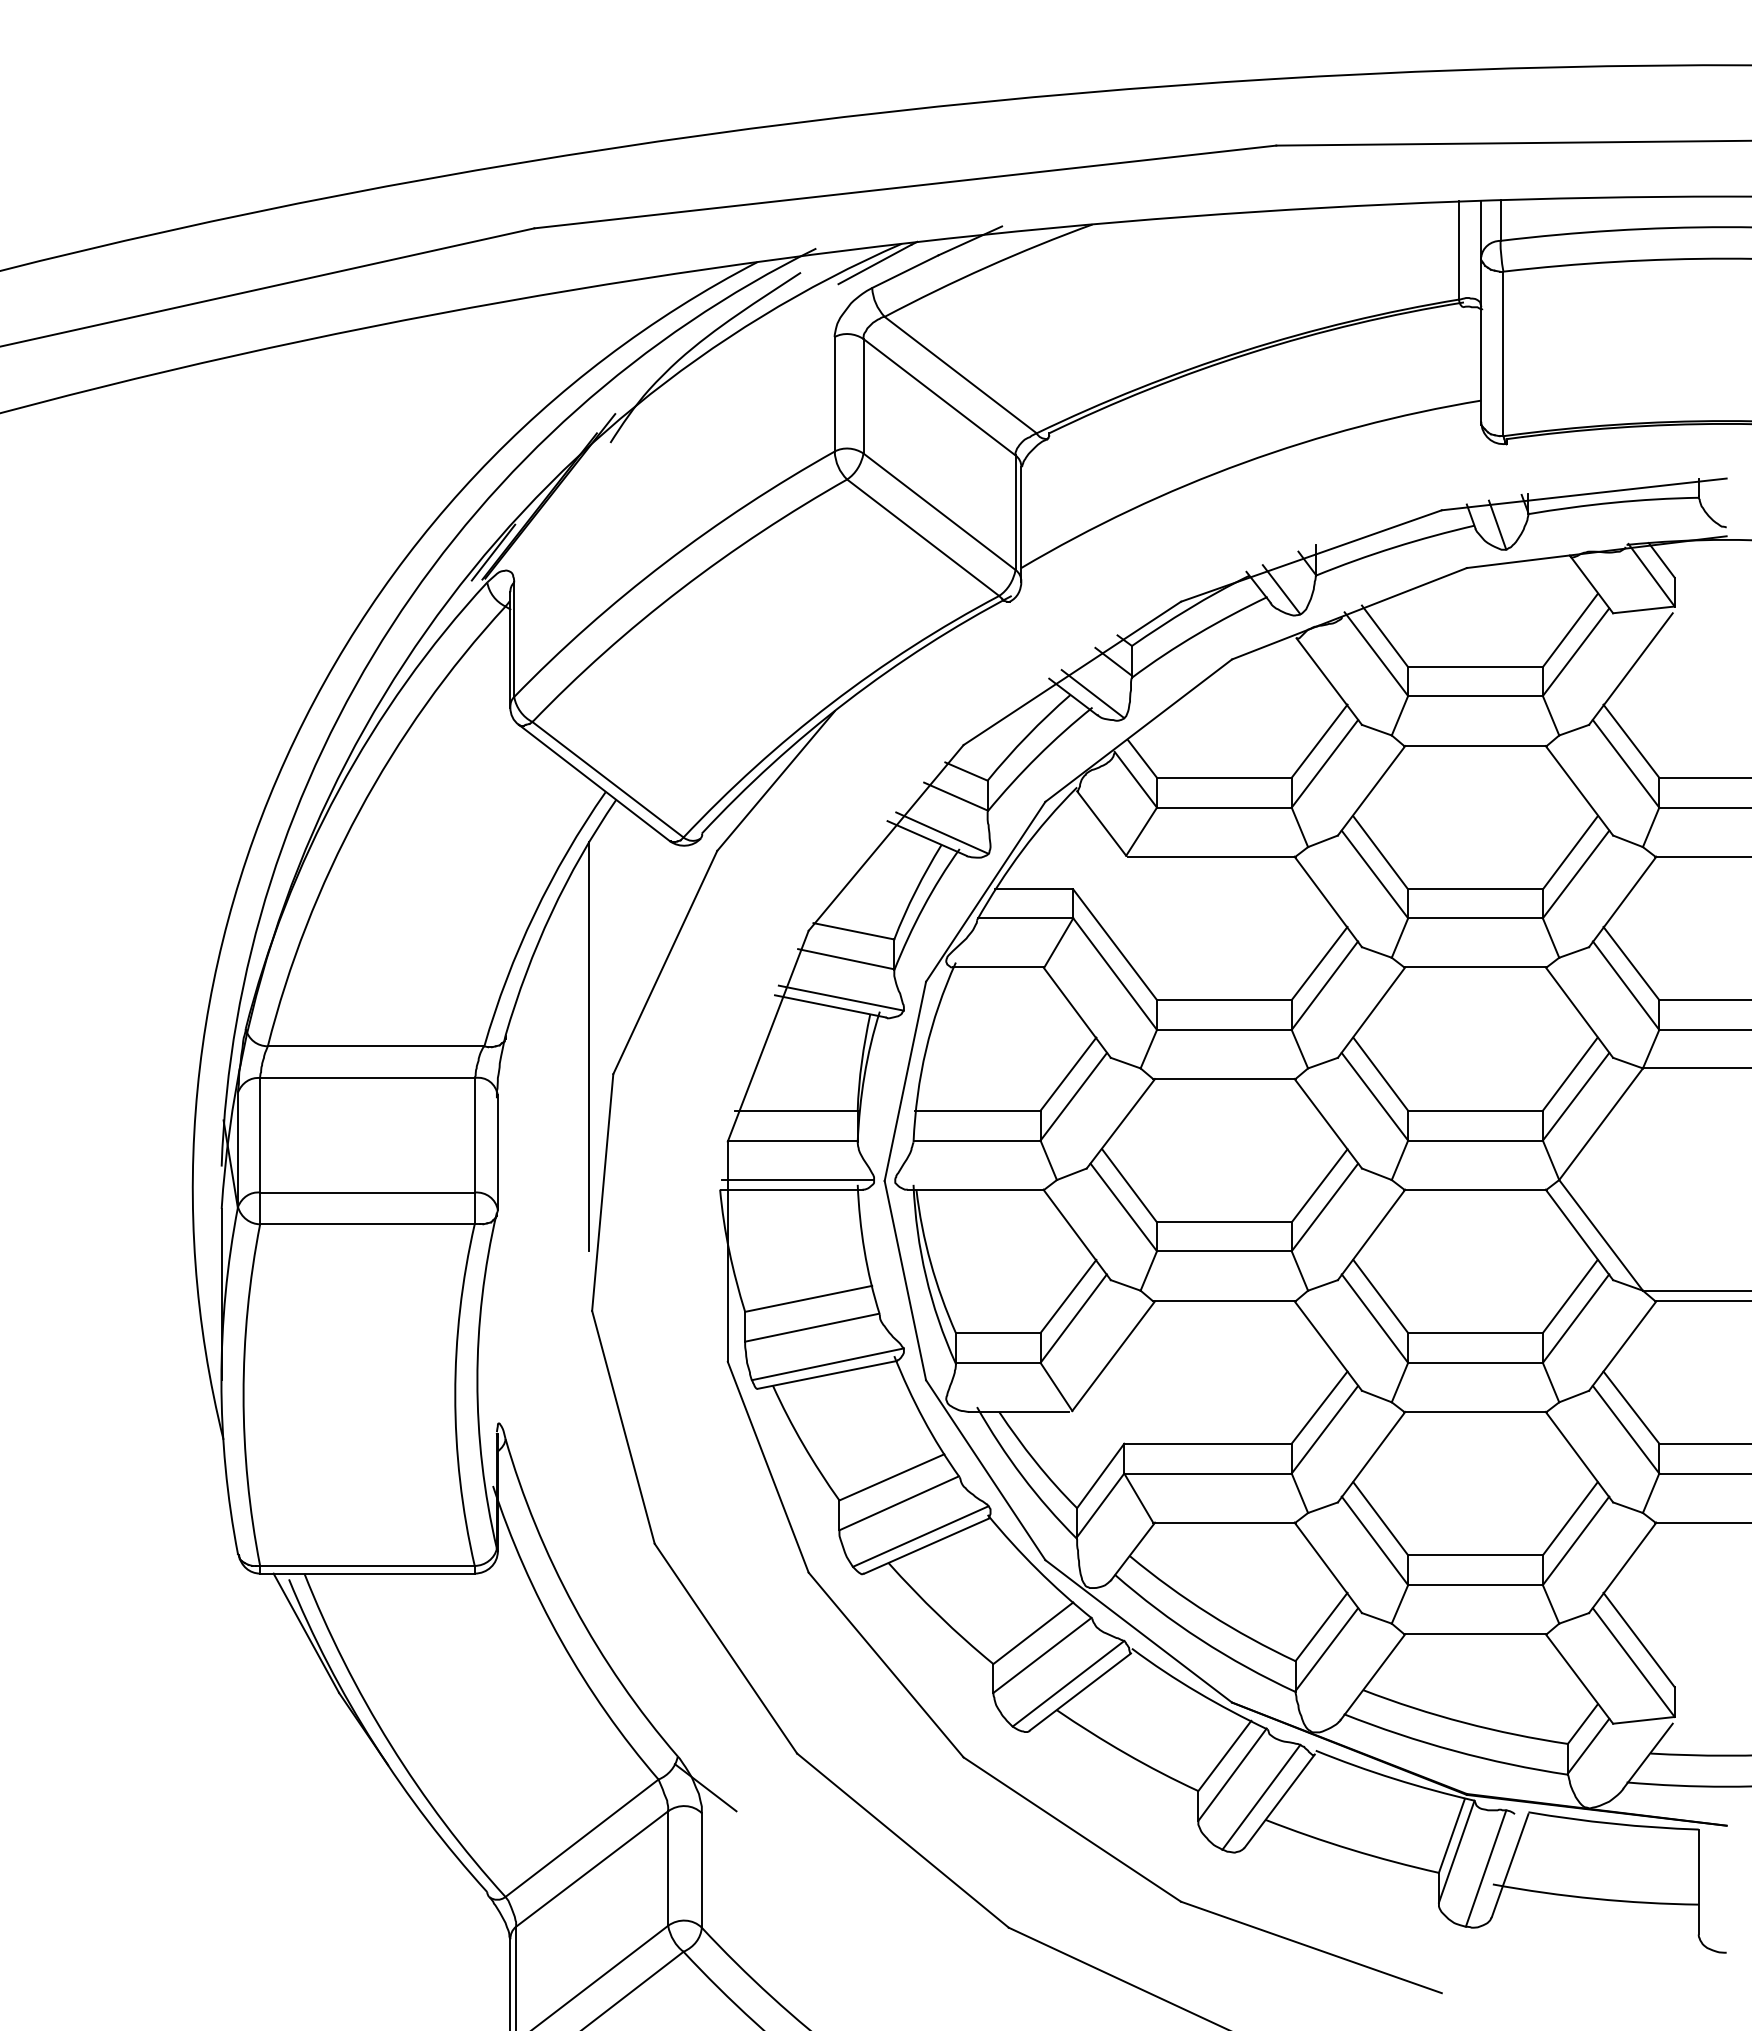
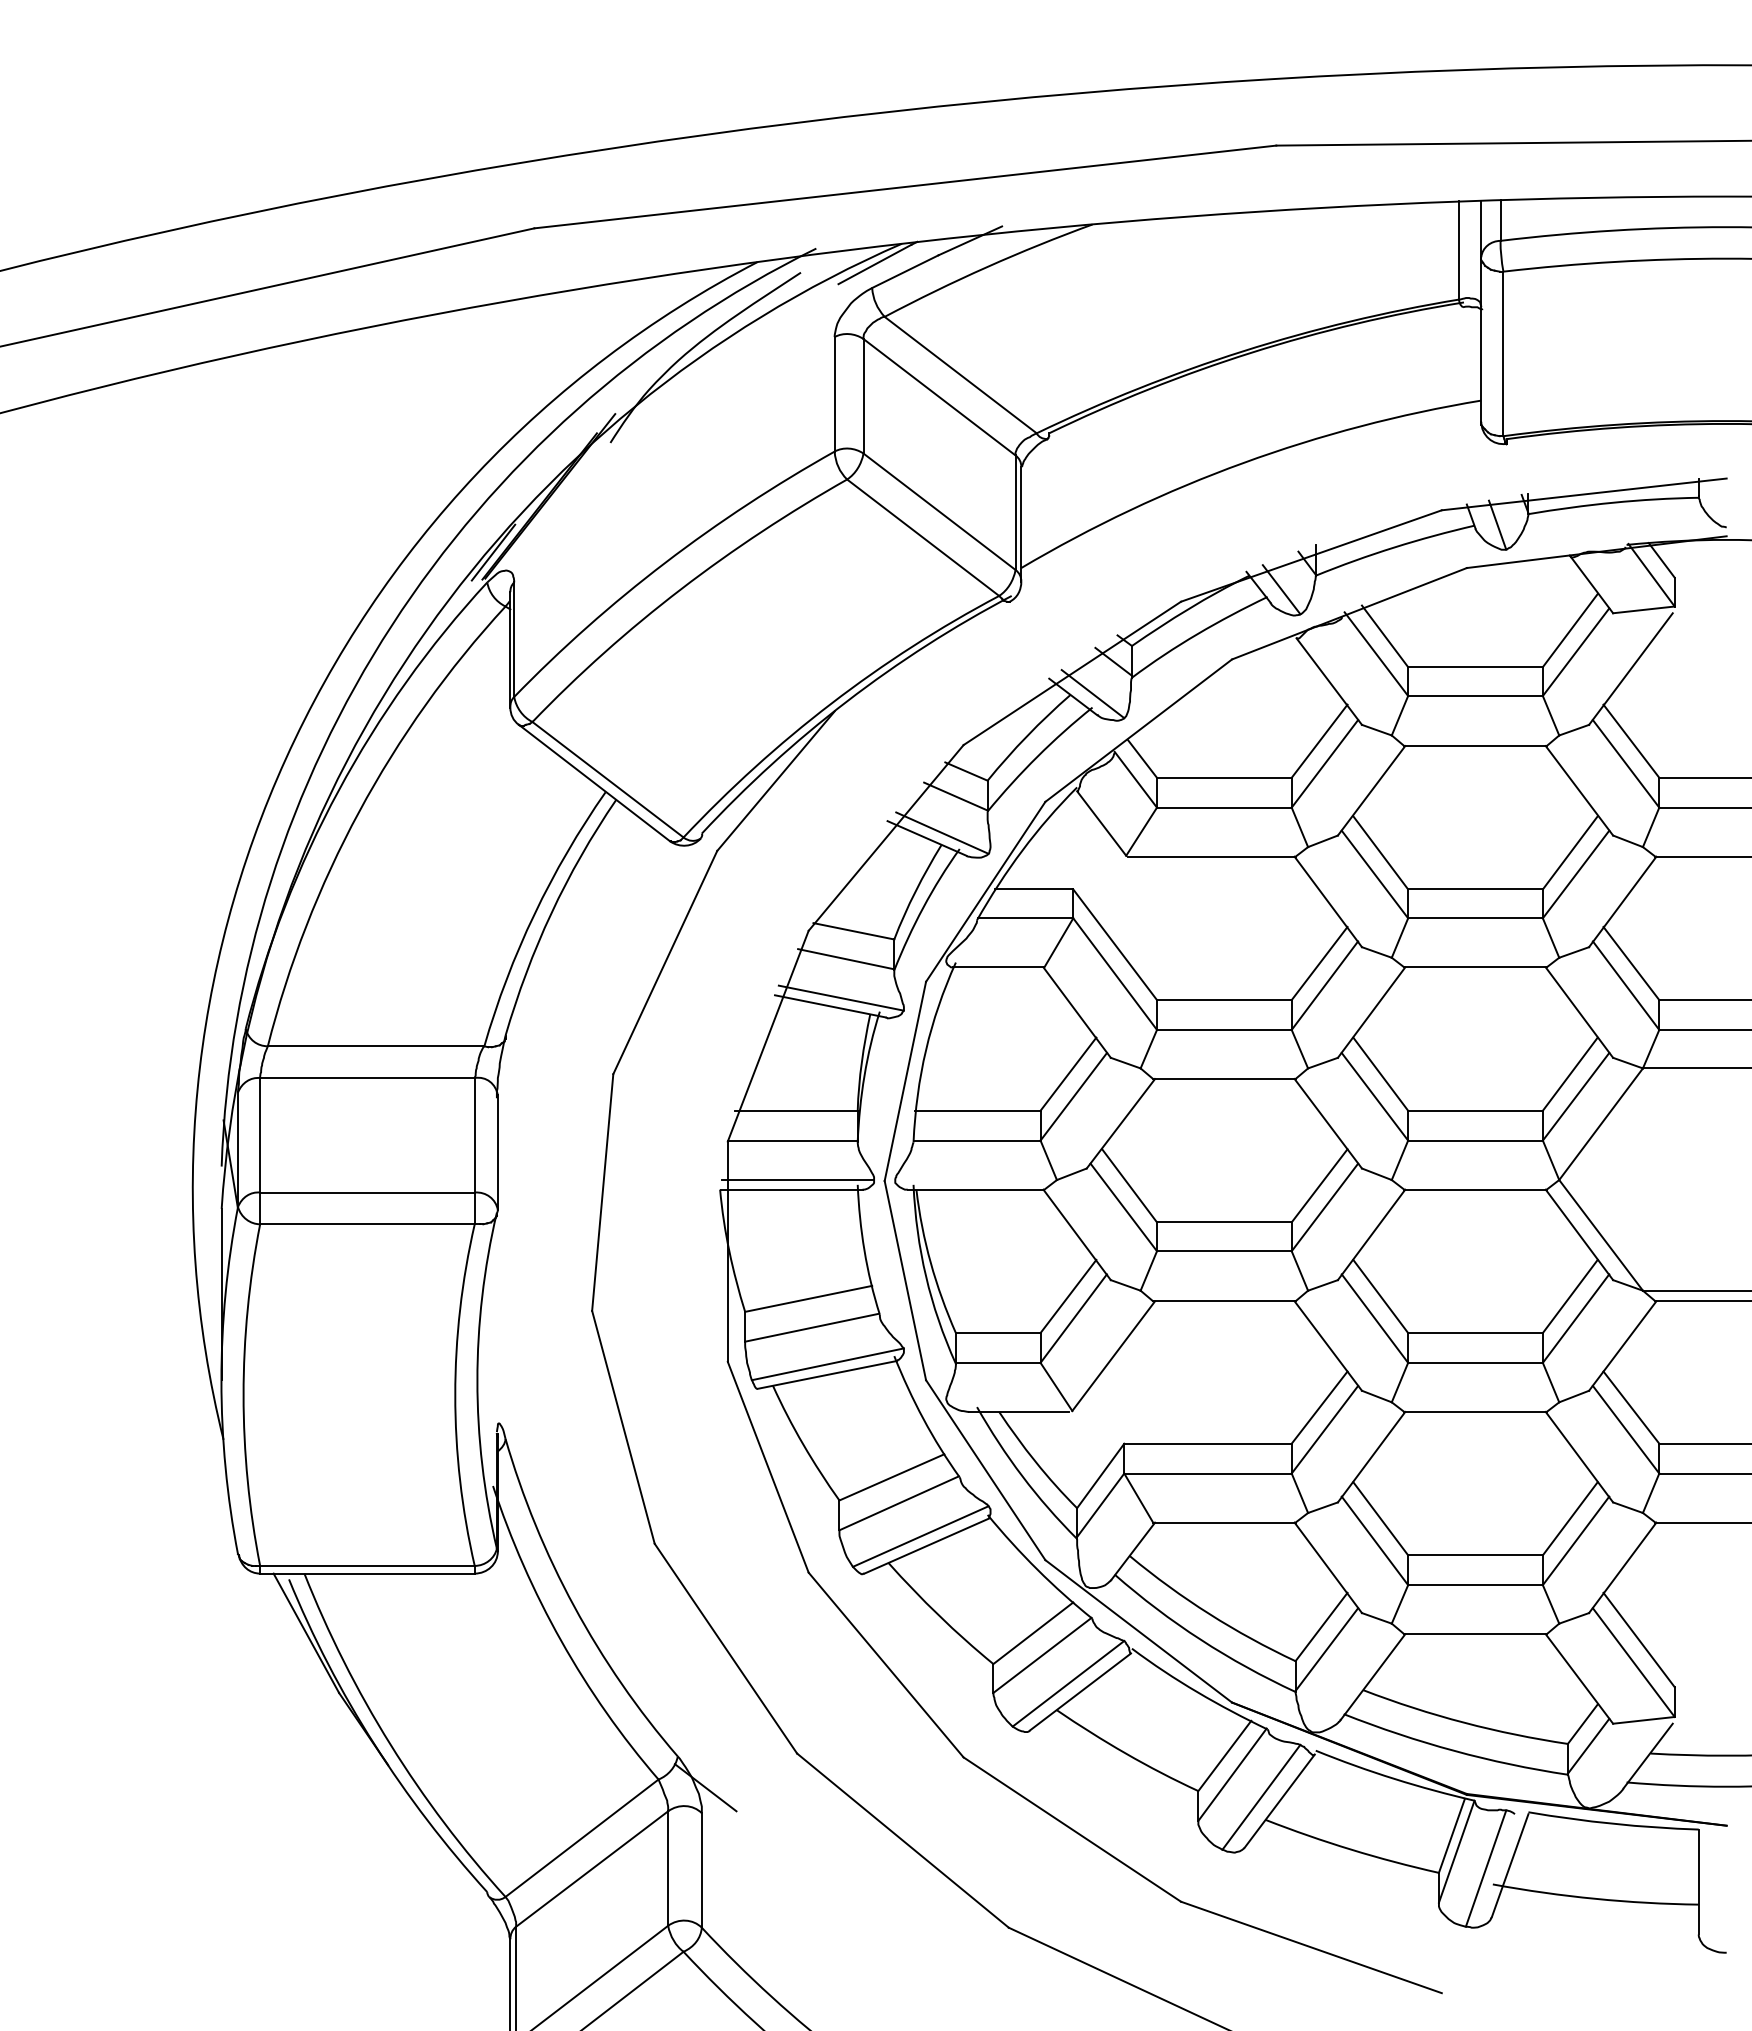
line at (589, 1046): present -> none
